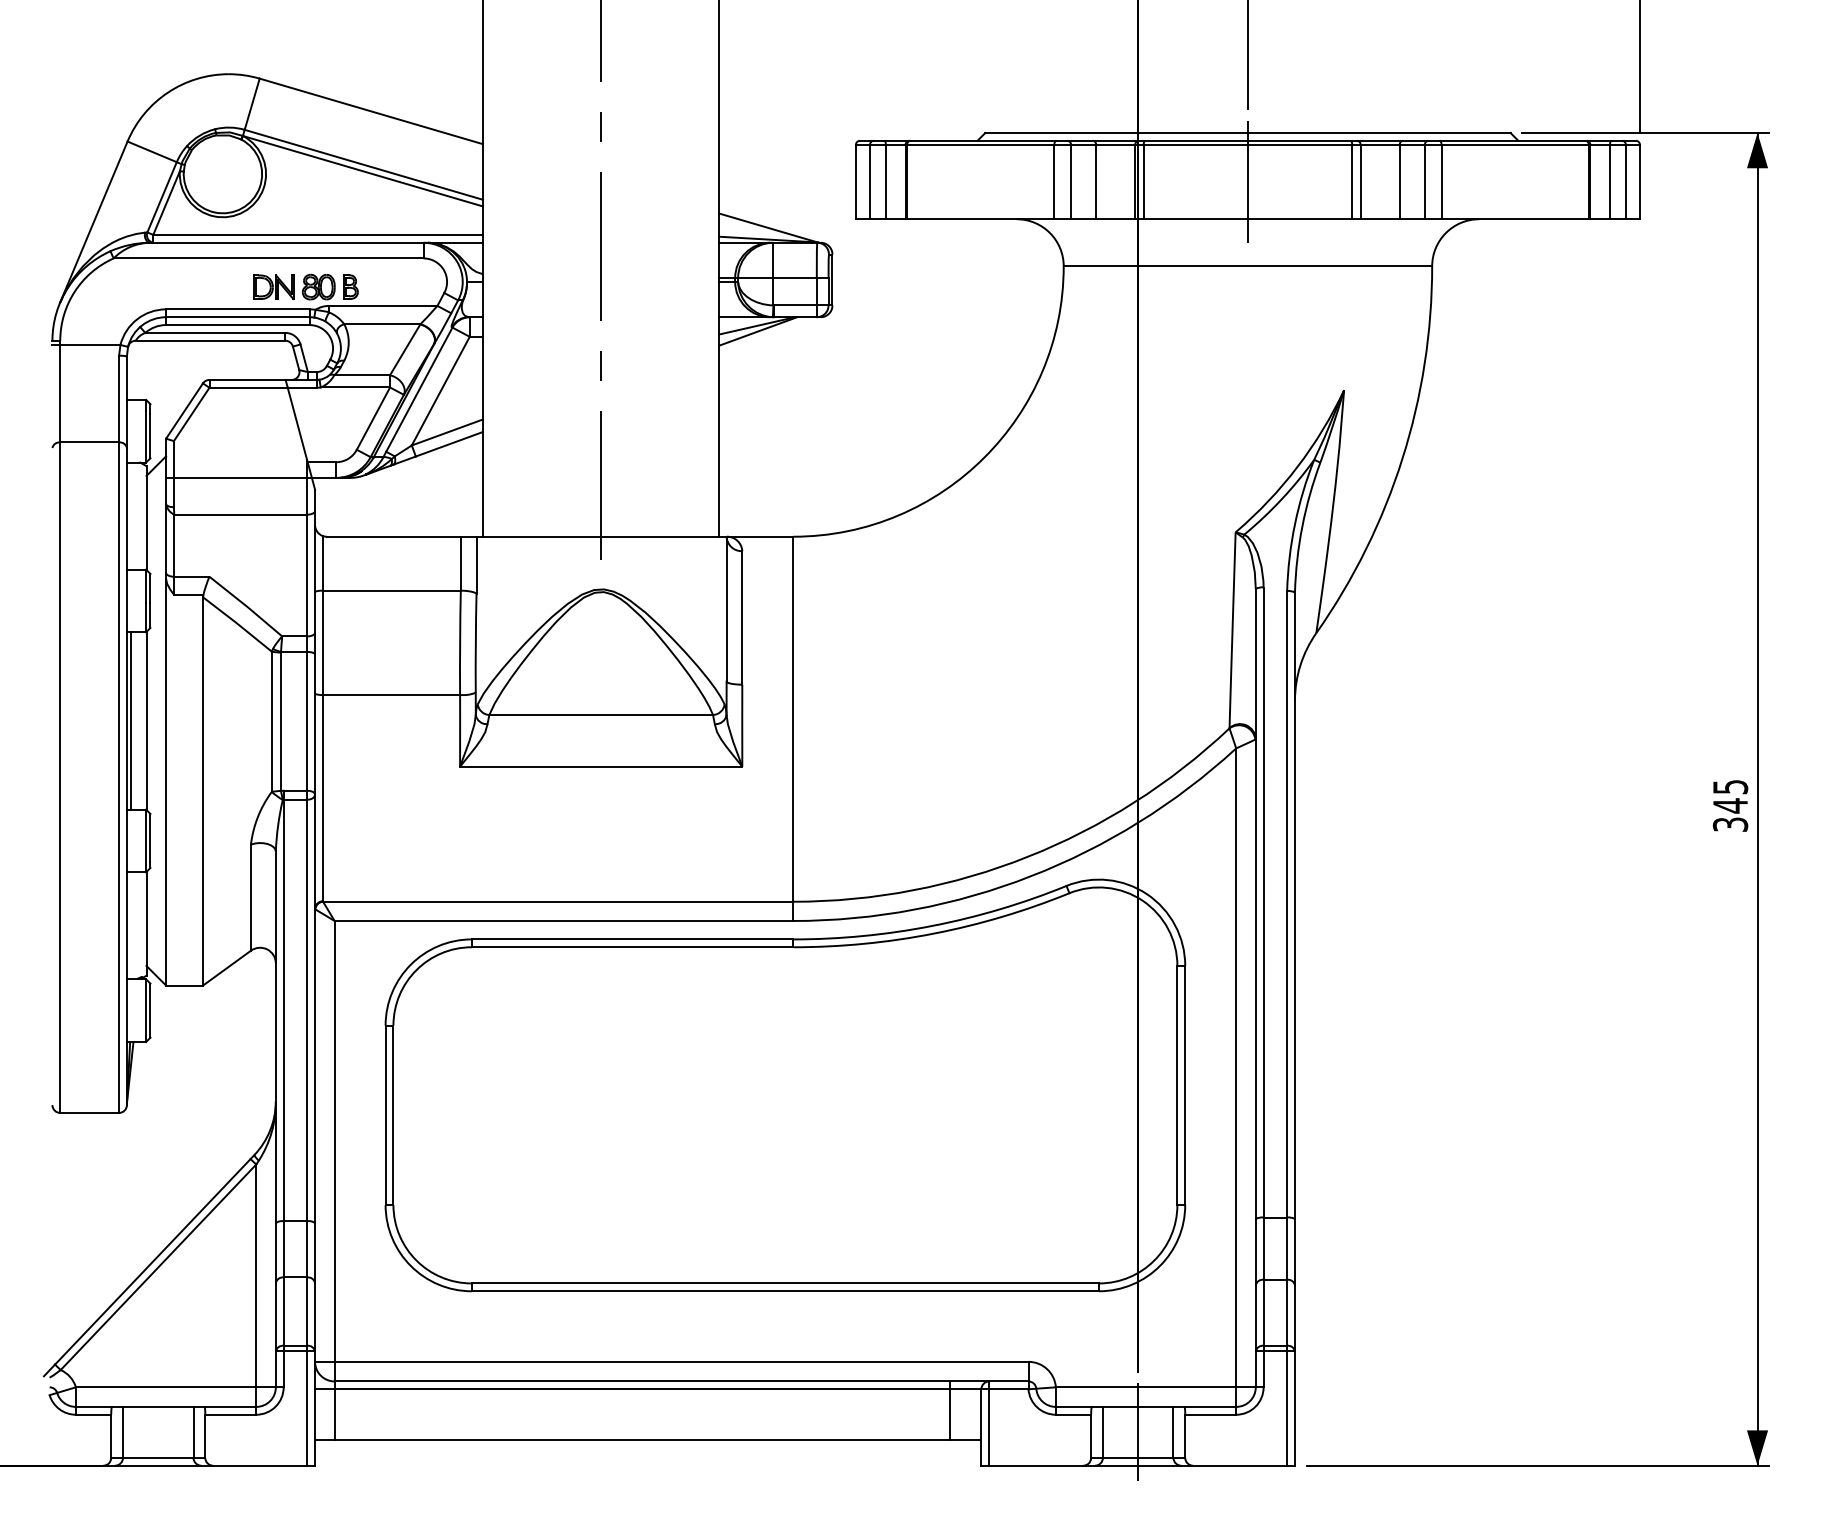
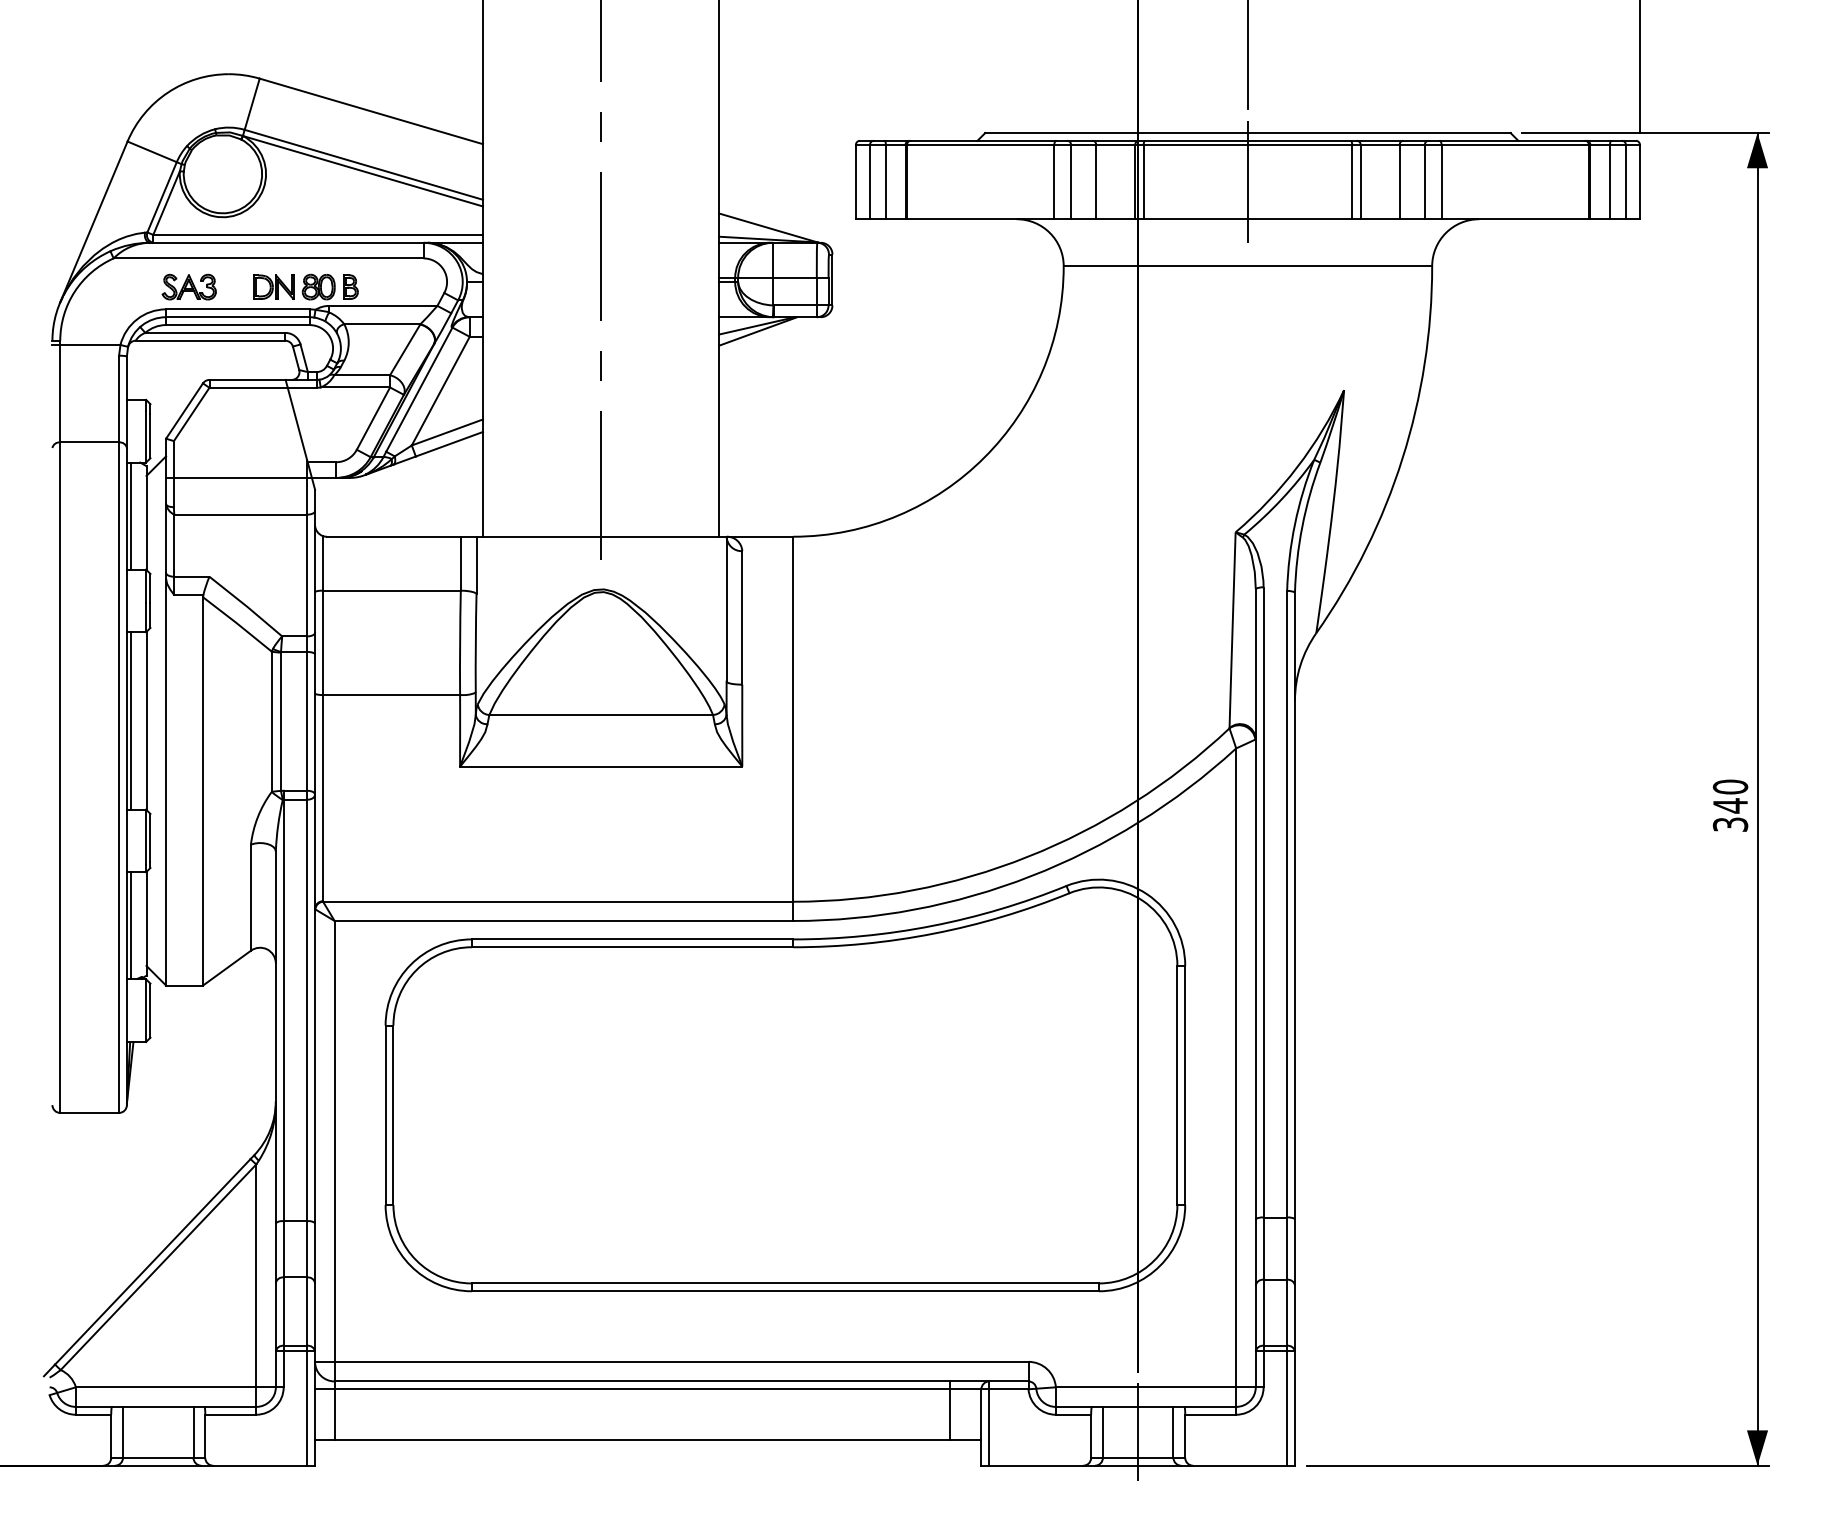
part at (188, 286): none -> present
line at (130, 515): none -> present
text at (1730, 786): 345 -> 340
line at (130, 925): none -> present
